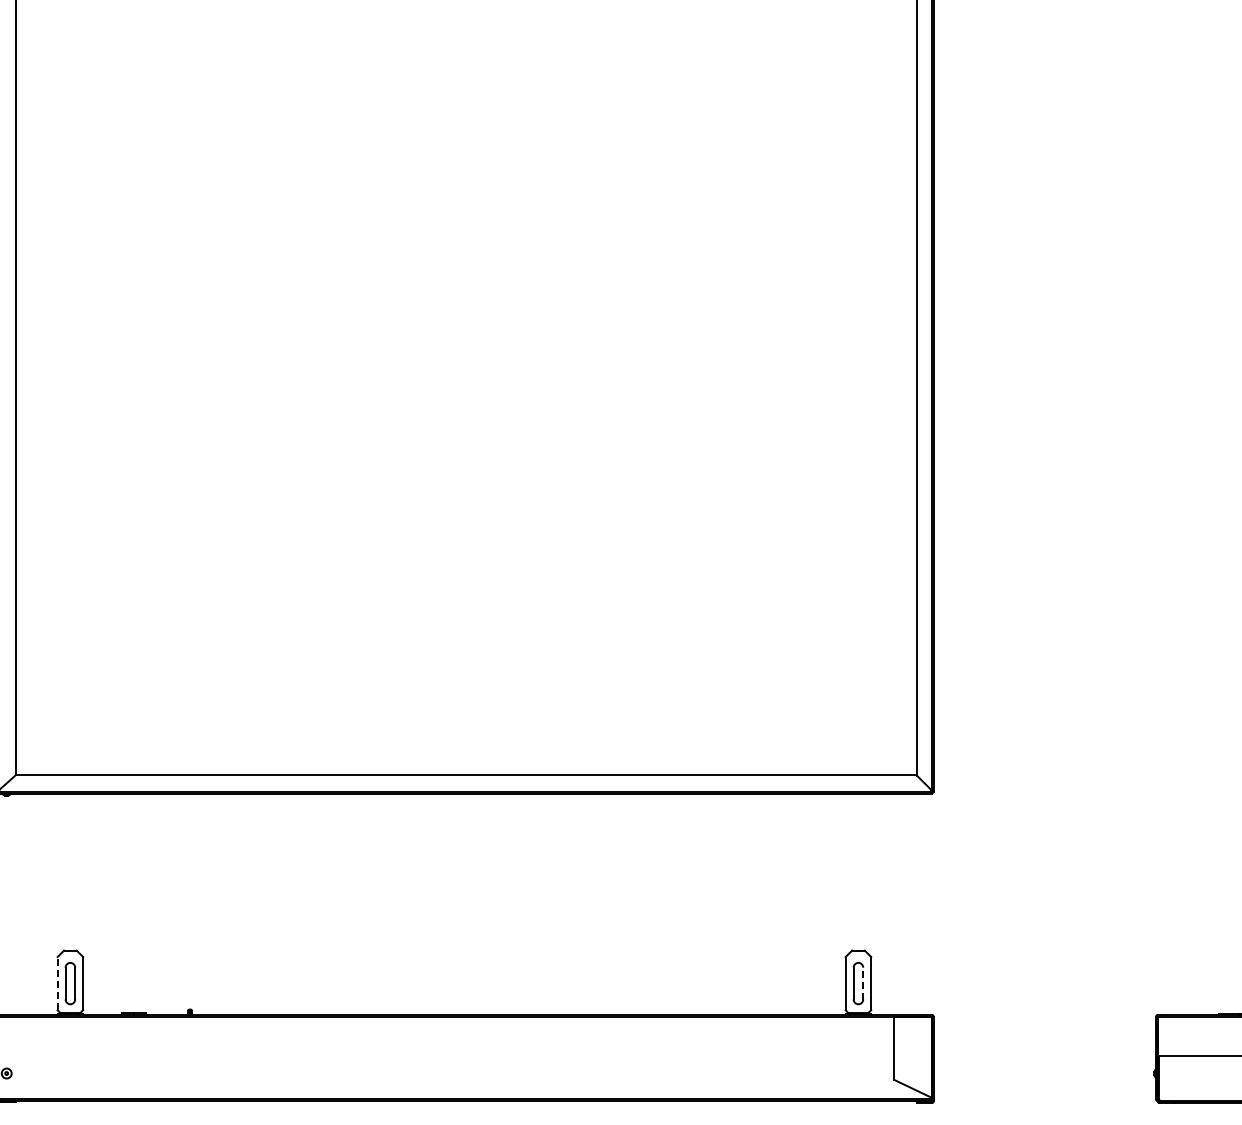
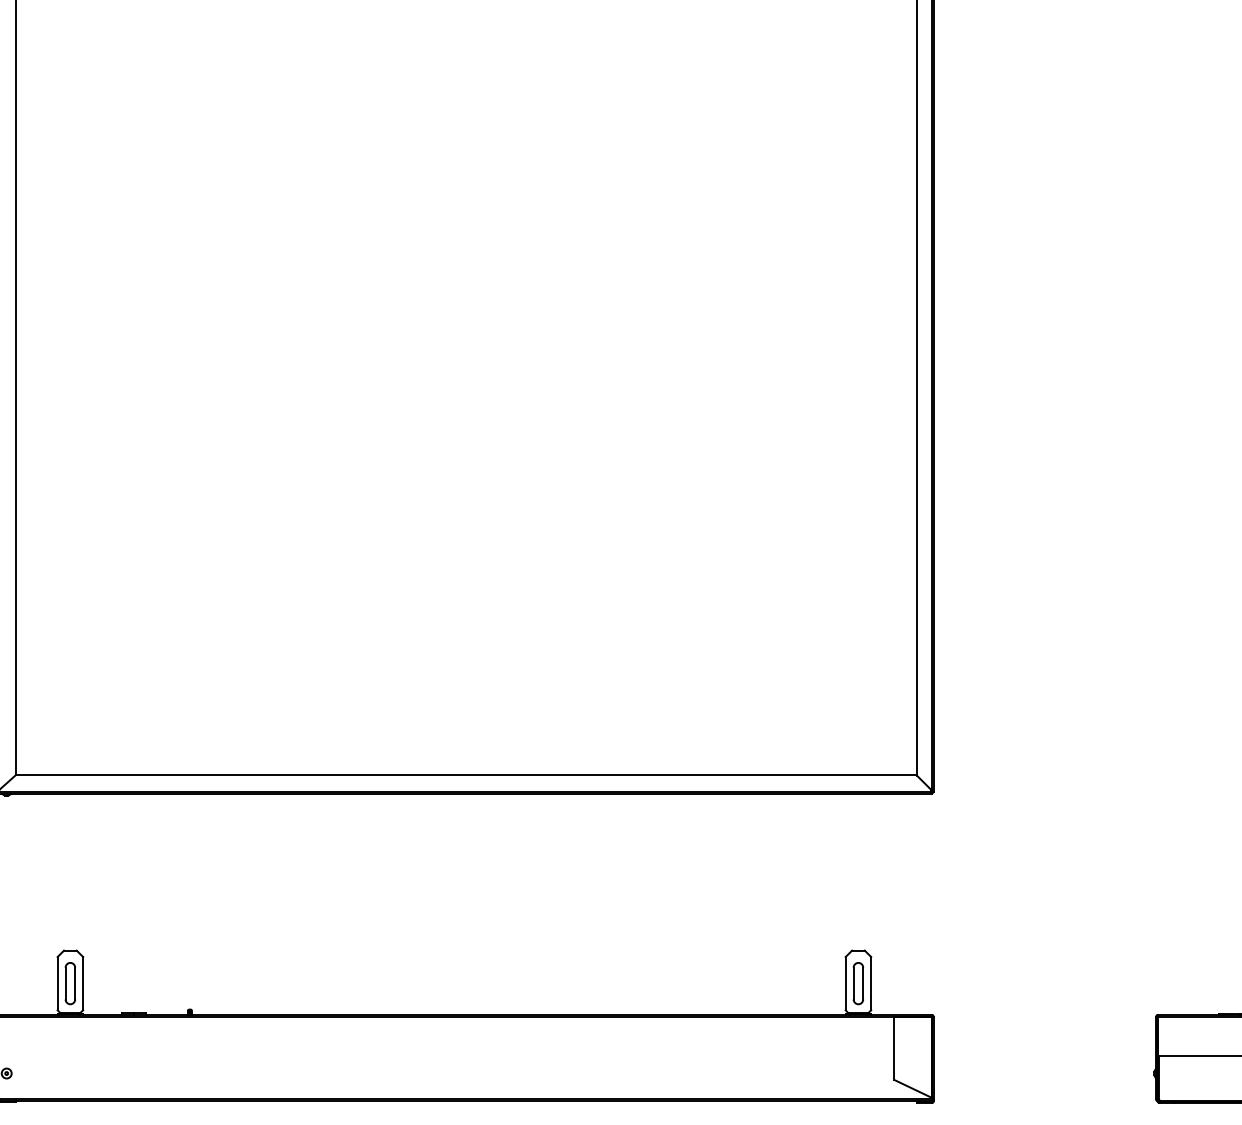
line at (57, 983): dashed -> solid
line at (863, 983): dashed -> solid
